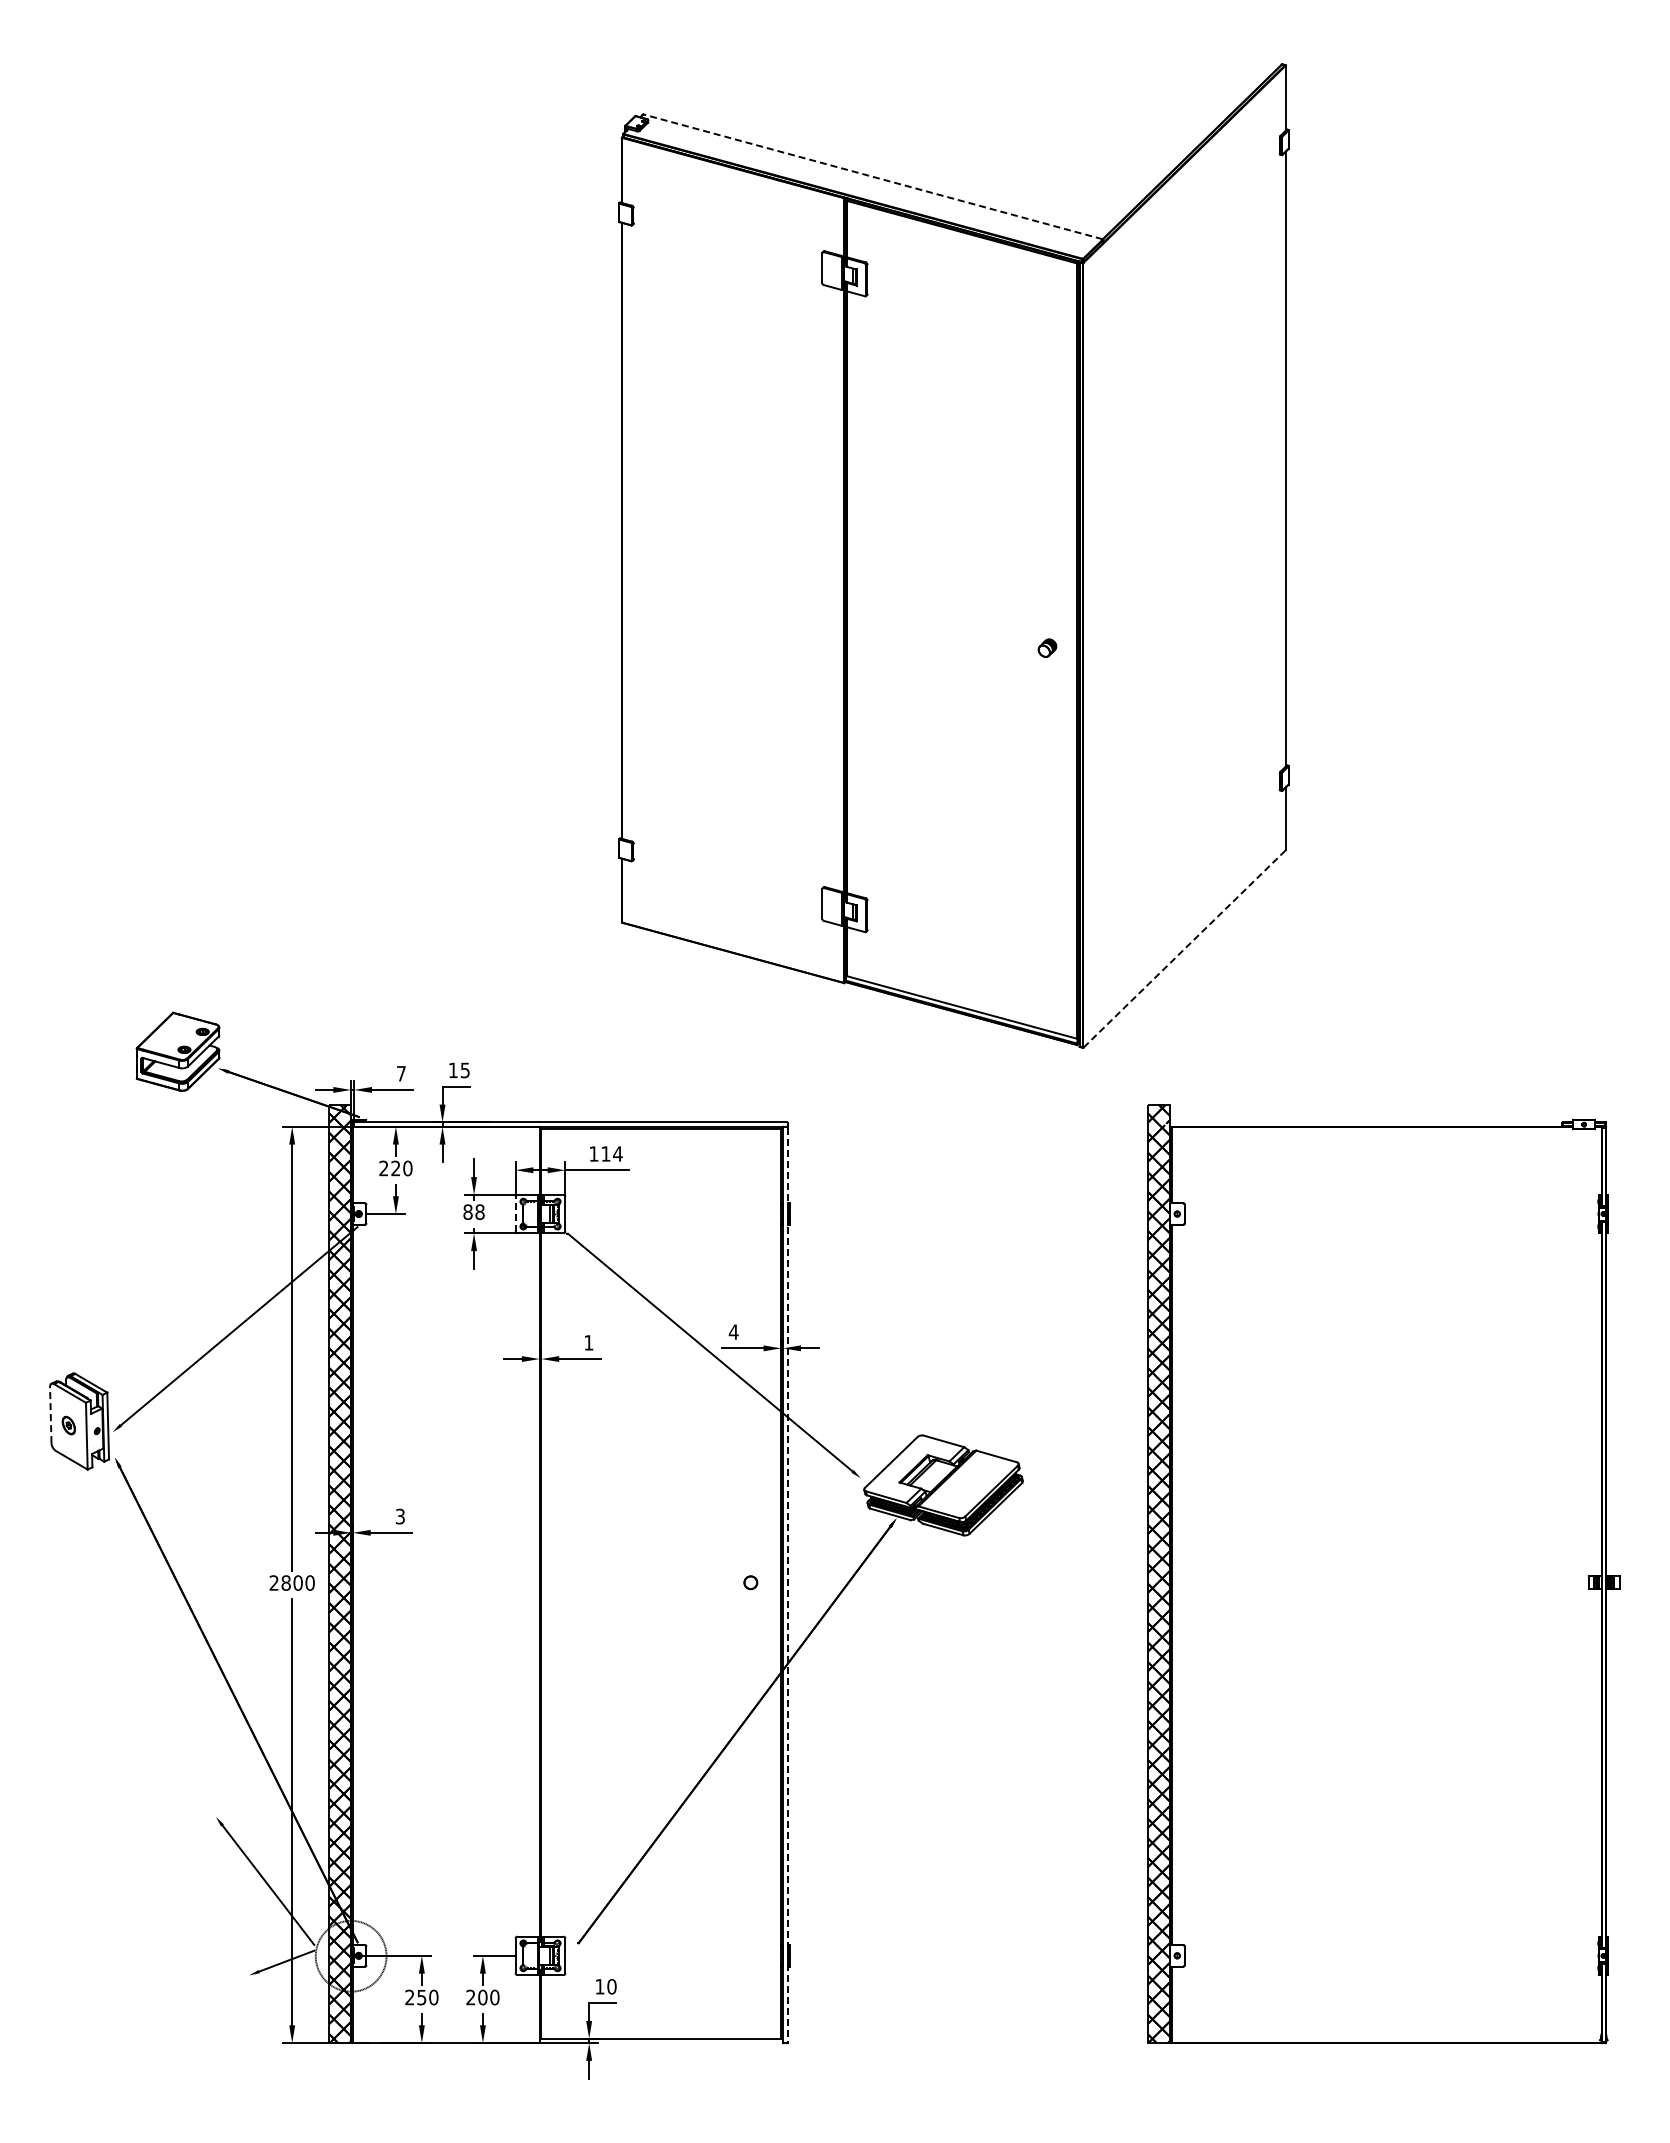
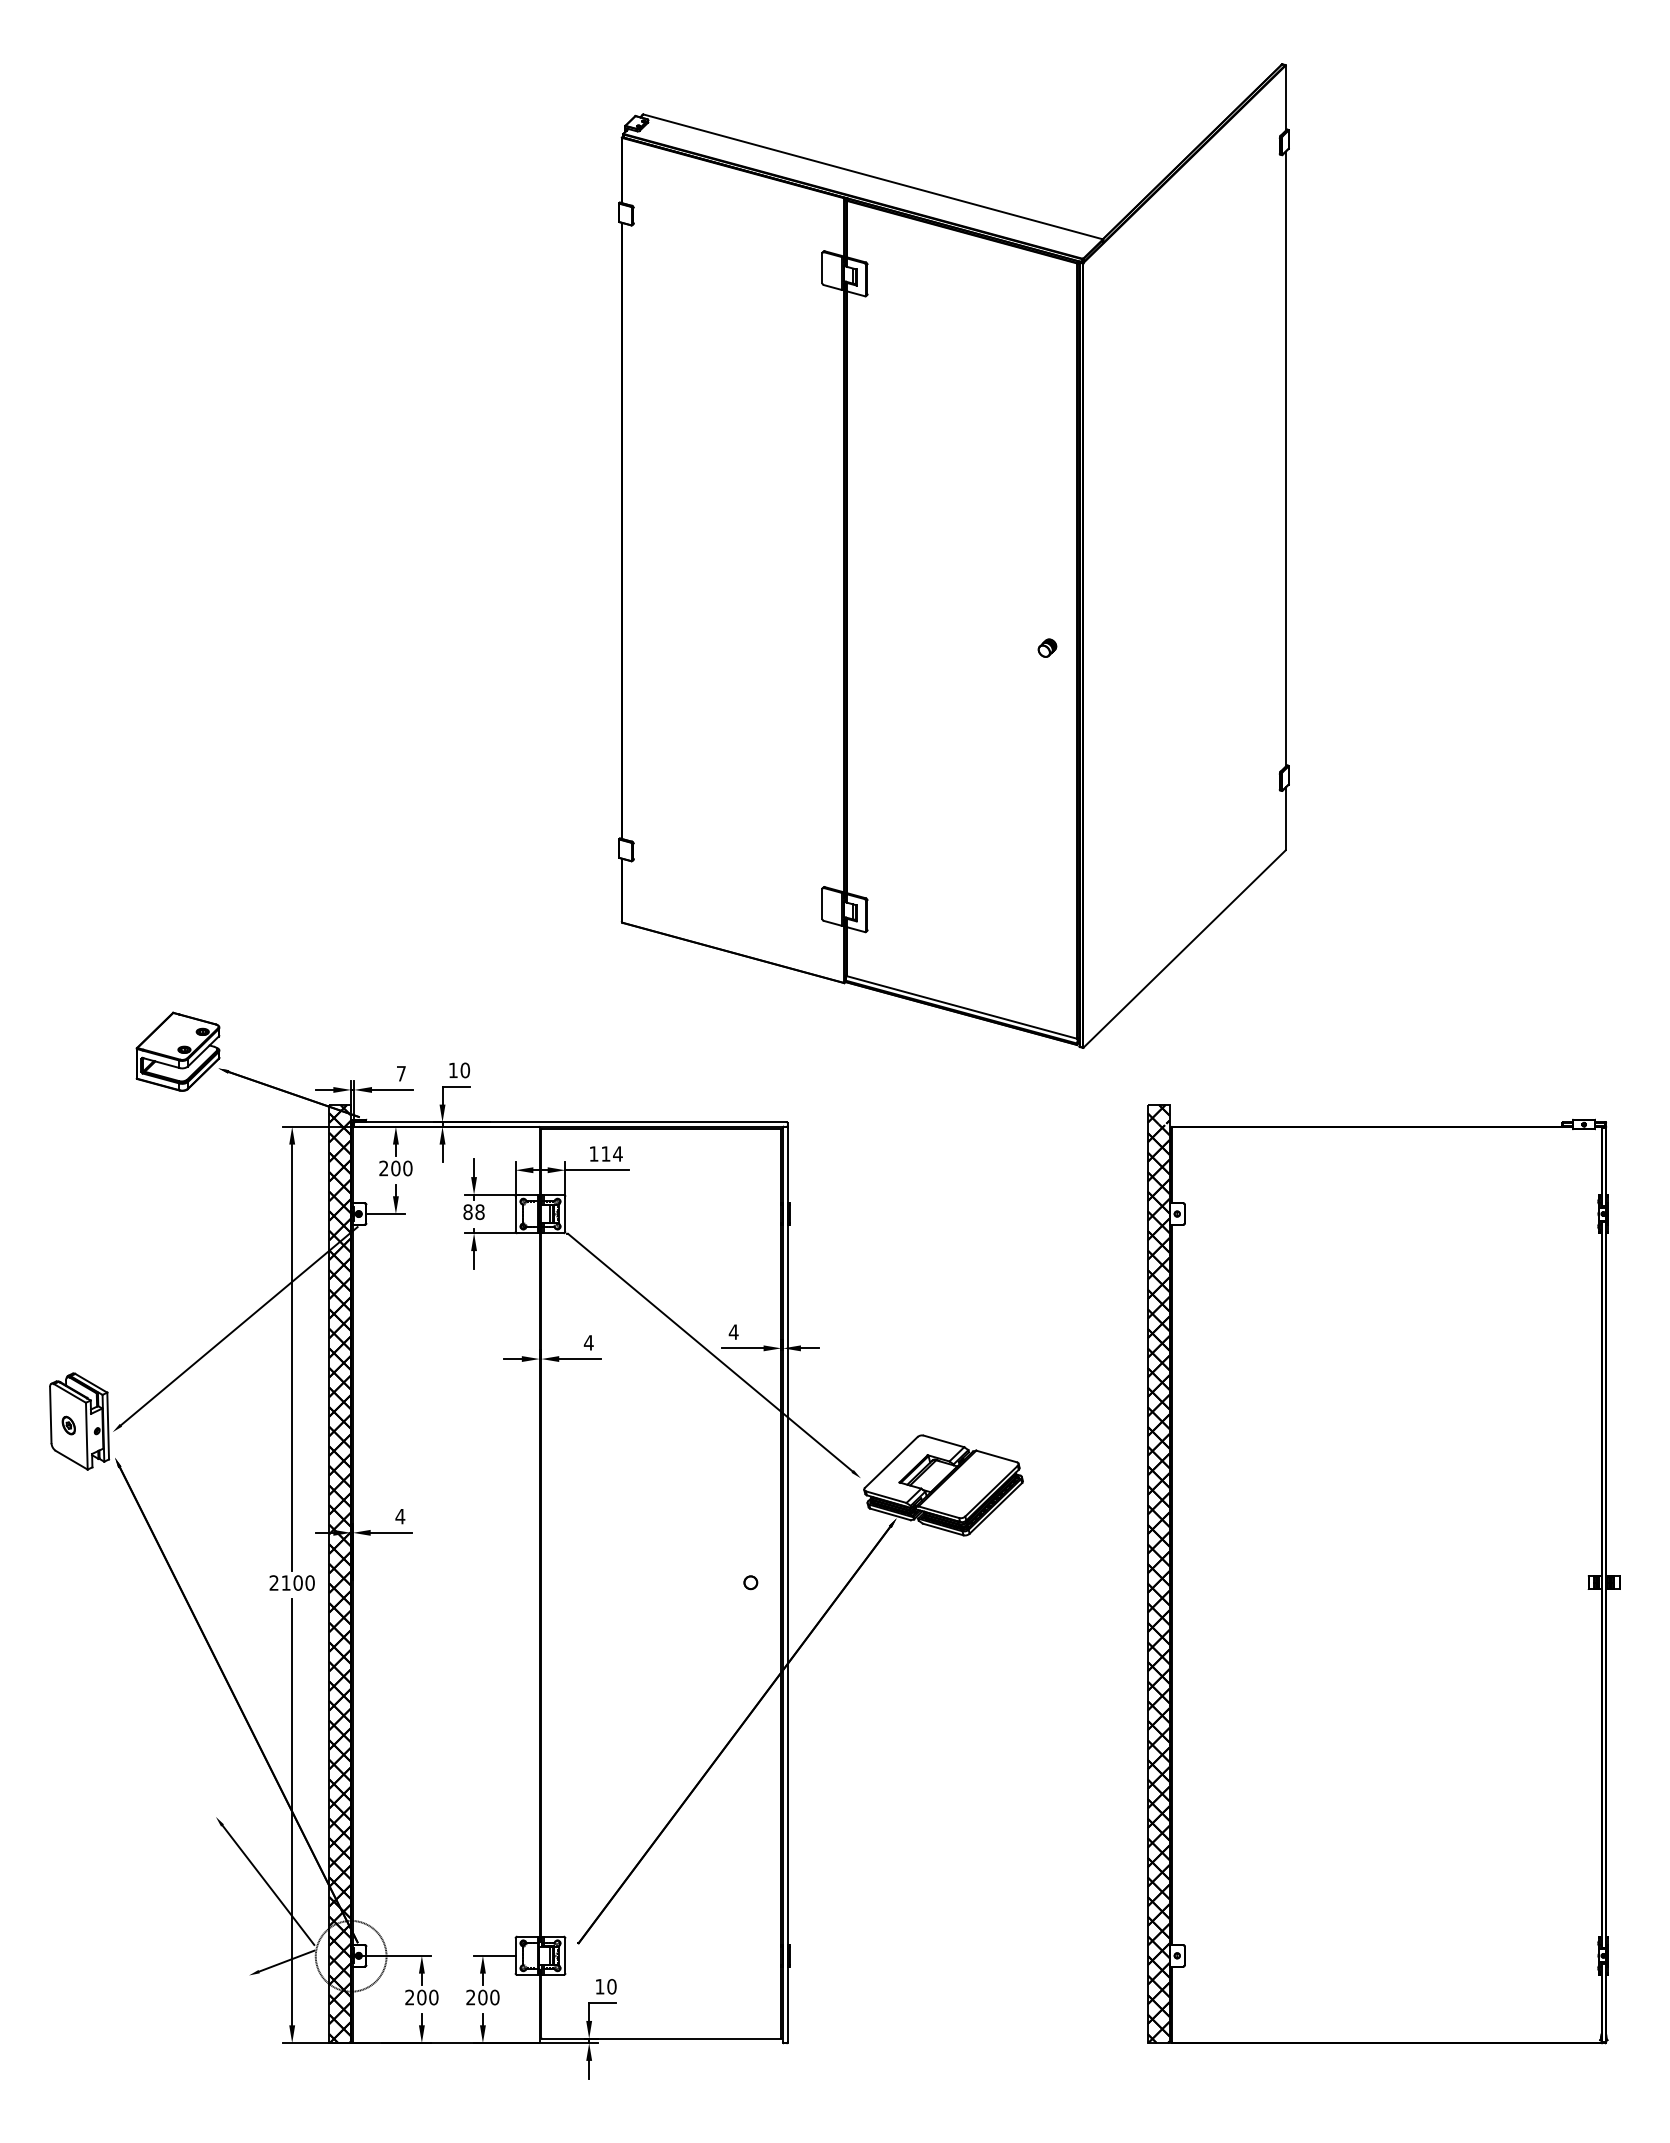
line at (873, 176): dashed -> solid
line at (1185, 948): dashed -> solid
text at (465, 1070): 15 -> 10
text at (395, 1168): 220 -> 200
line at (515, 1213): dashed -> solid
text at (588, 1342): 1 -> 4
line at (50, 1414): dashed -> solid
text at (400, 1516): 3 -> 4
text at (285, 1582): 2800 -> 2100
line at (787, 1585): dashed -> solid
text at (421, 1997): 250 -> 200
